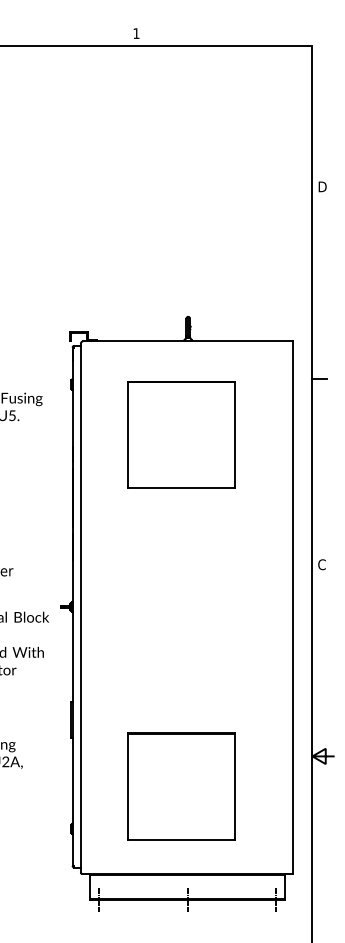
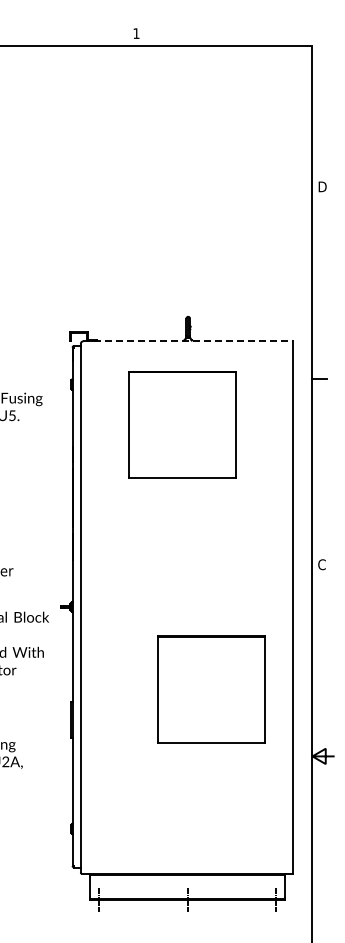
line at (188, 341): solid -> dashed
part at (181, 434) position: (181, 434) -> (182, 424)
part at (181, 786) position: (181, 786) -> (211, 689)
